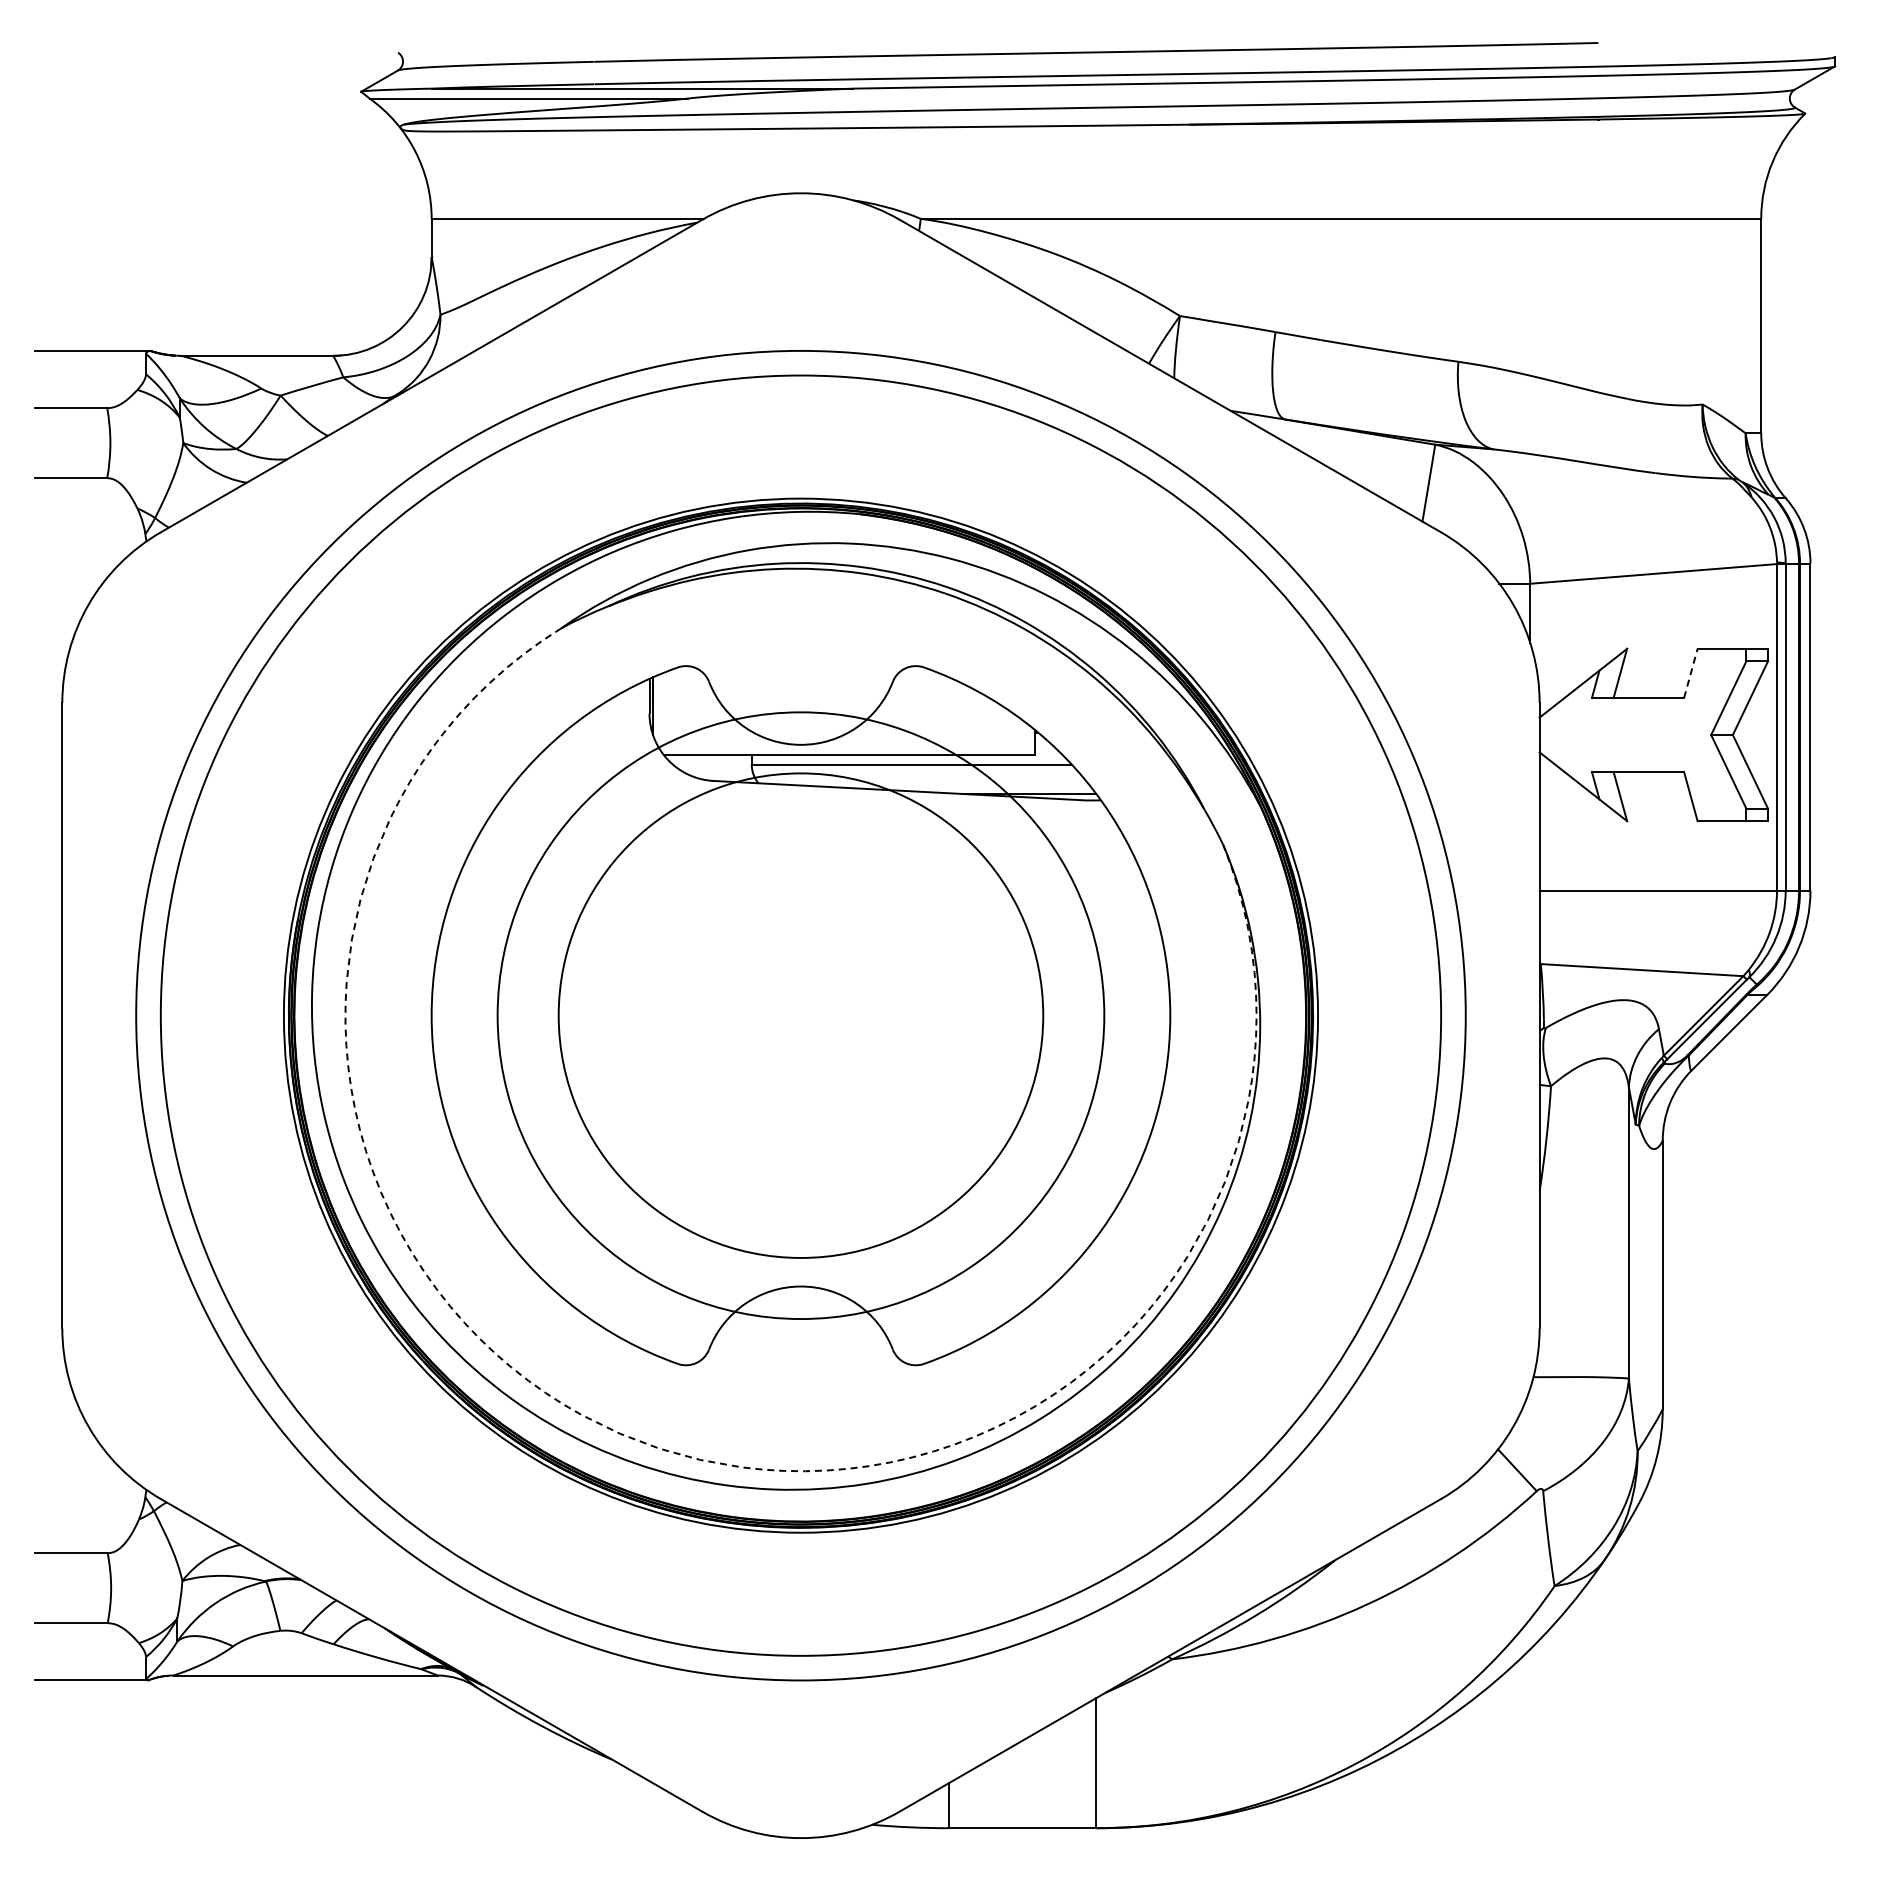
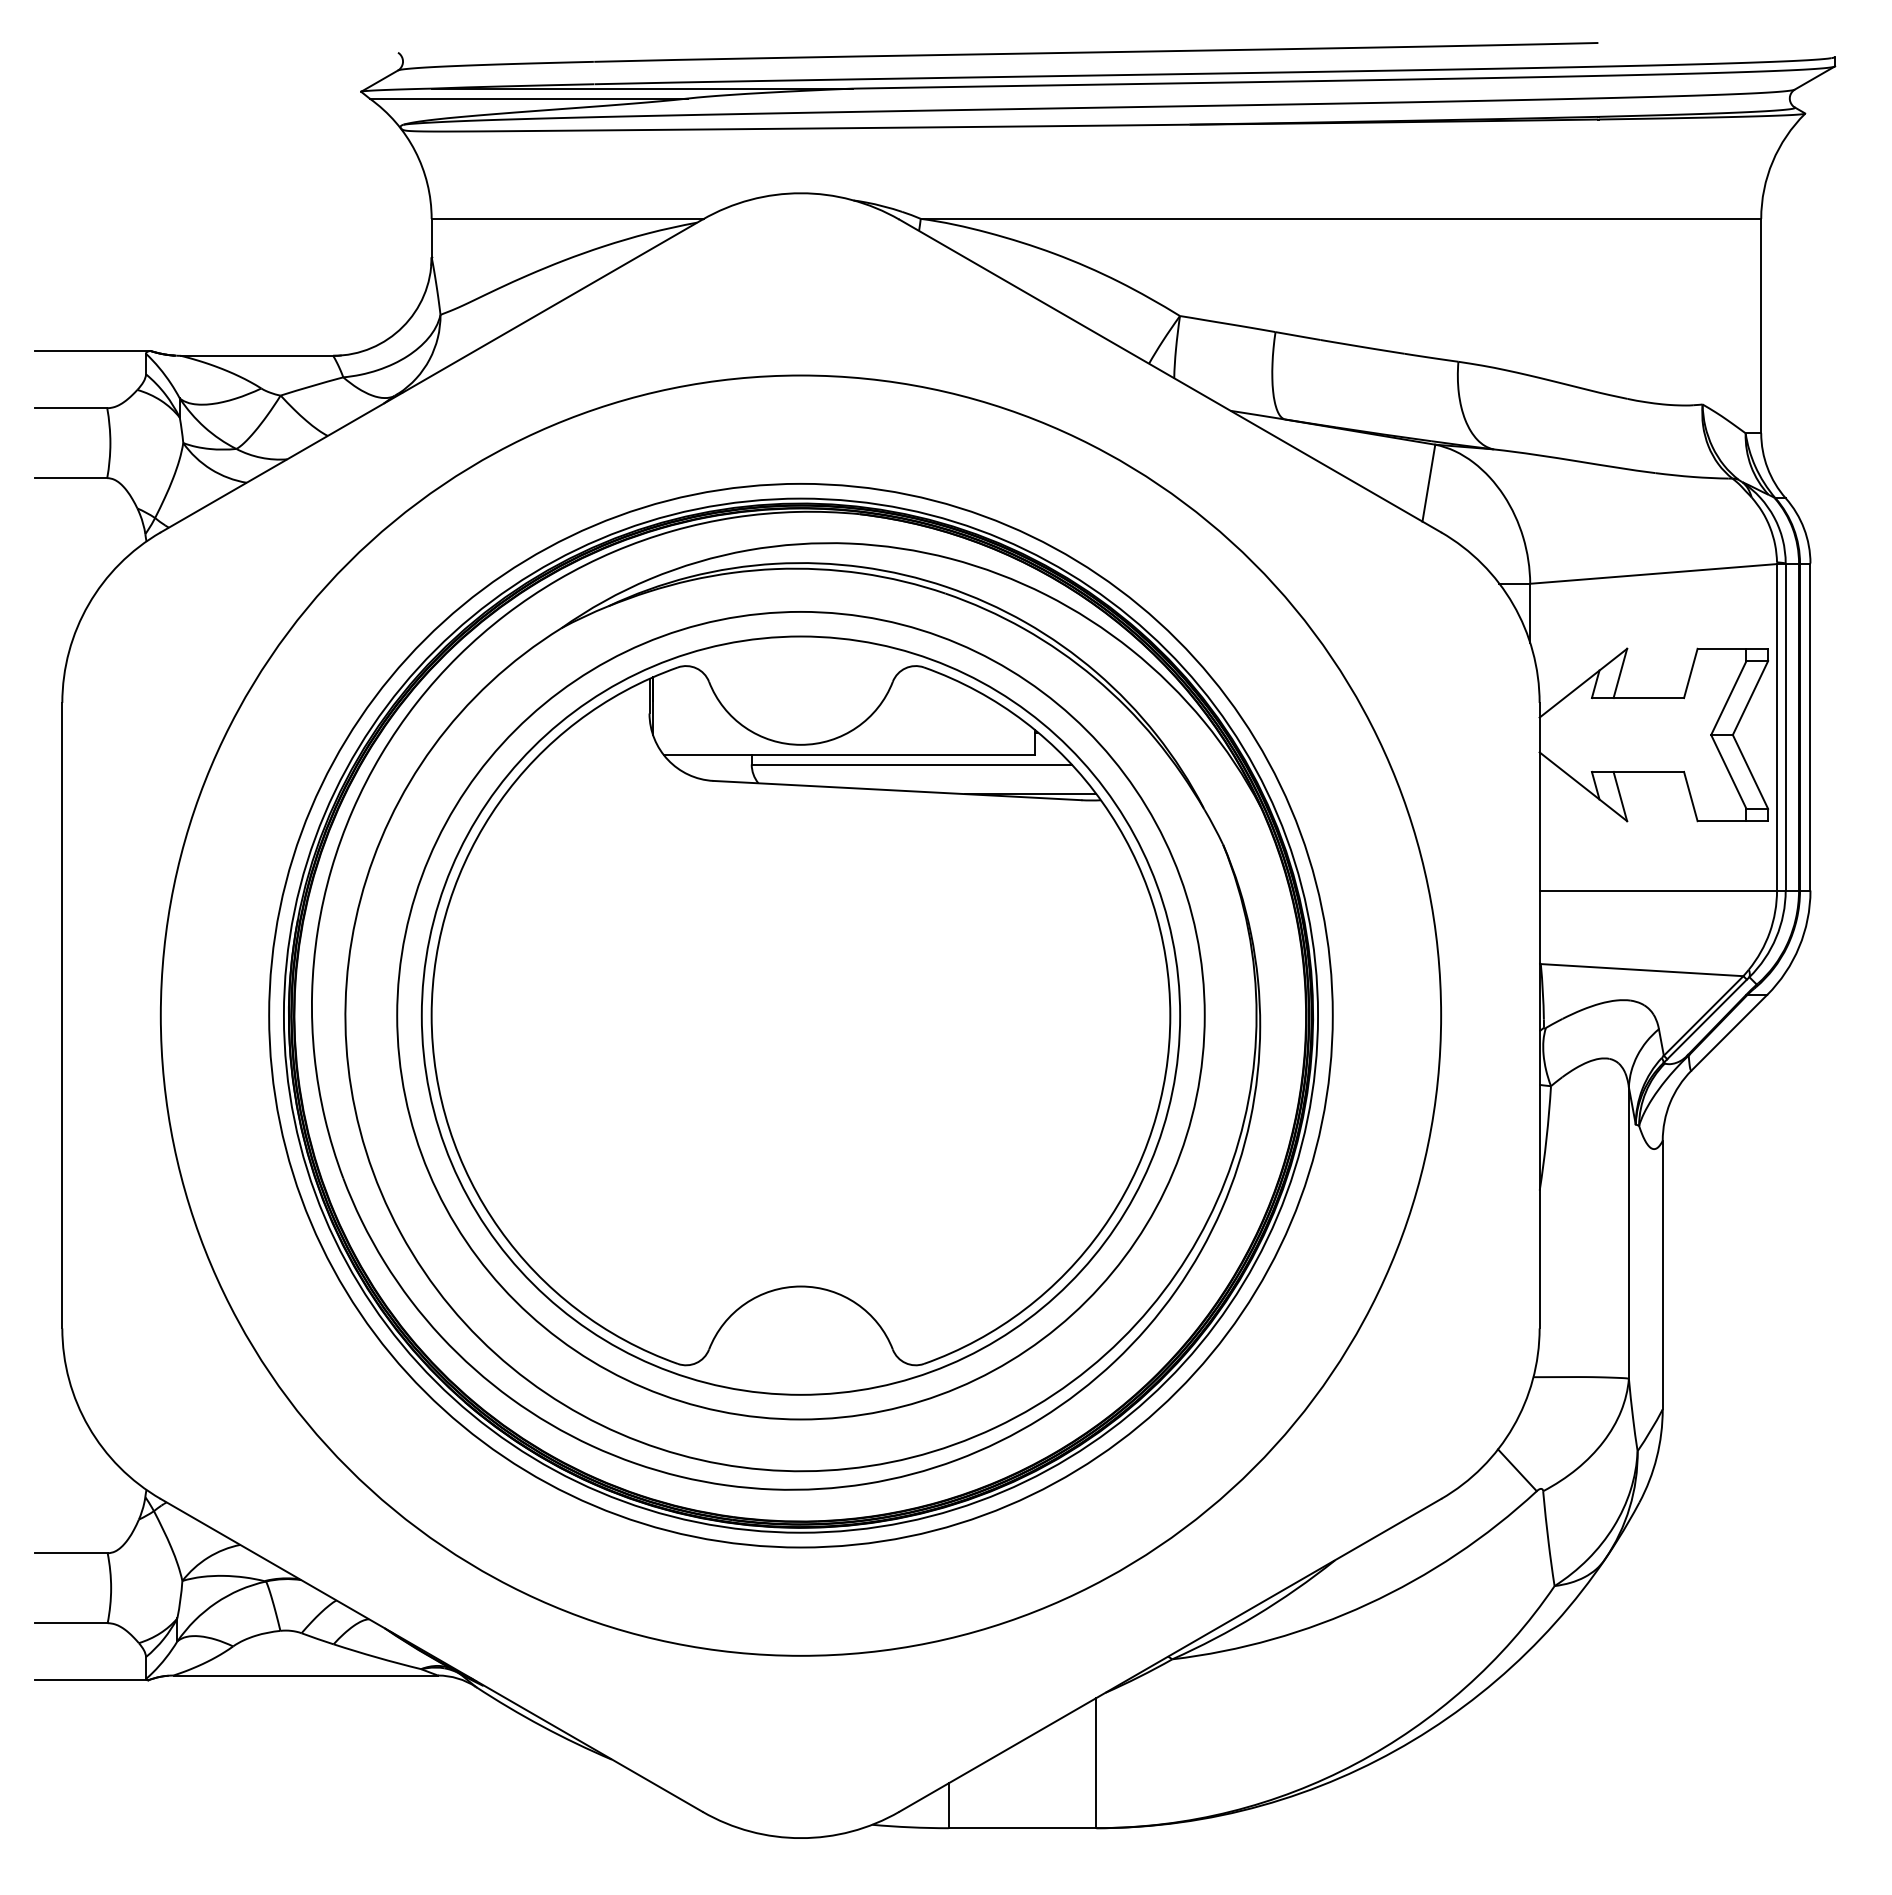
line at (1690, 673): dashed -> solid
circle at (800, 1015) diameter: 1330 px -> 1064 px
circle at (800, 1015) diameter: 485 px -> 808 px
circle at (800, 1015) diameter: 607 px -> 758 px
arc at (659, 1448): dashed -> solid
